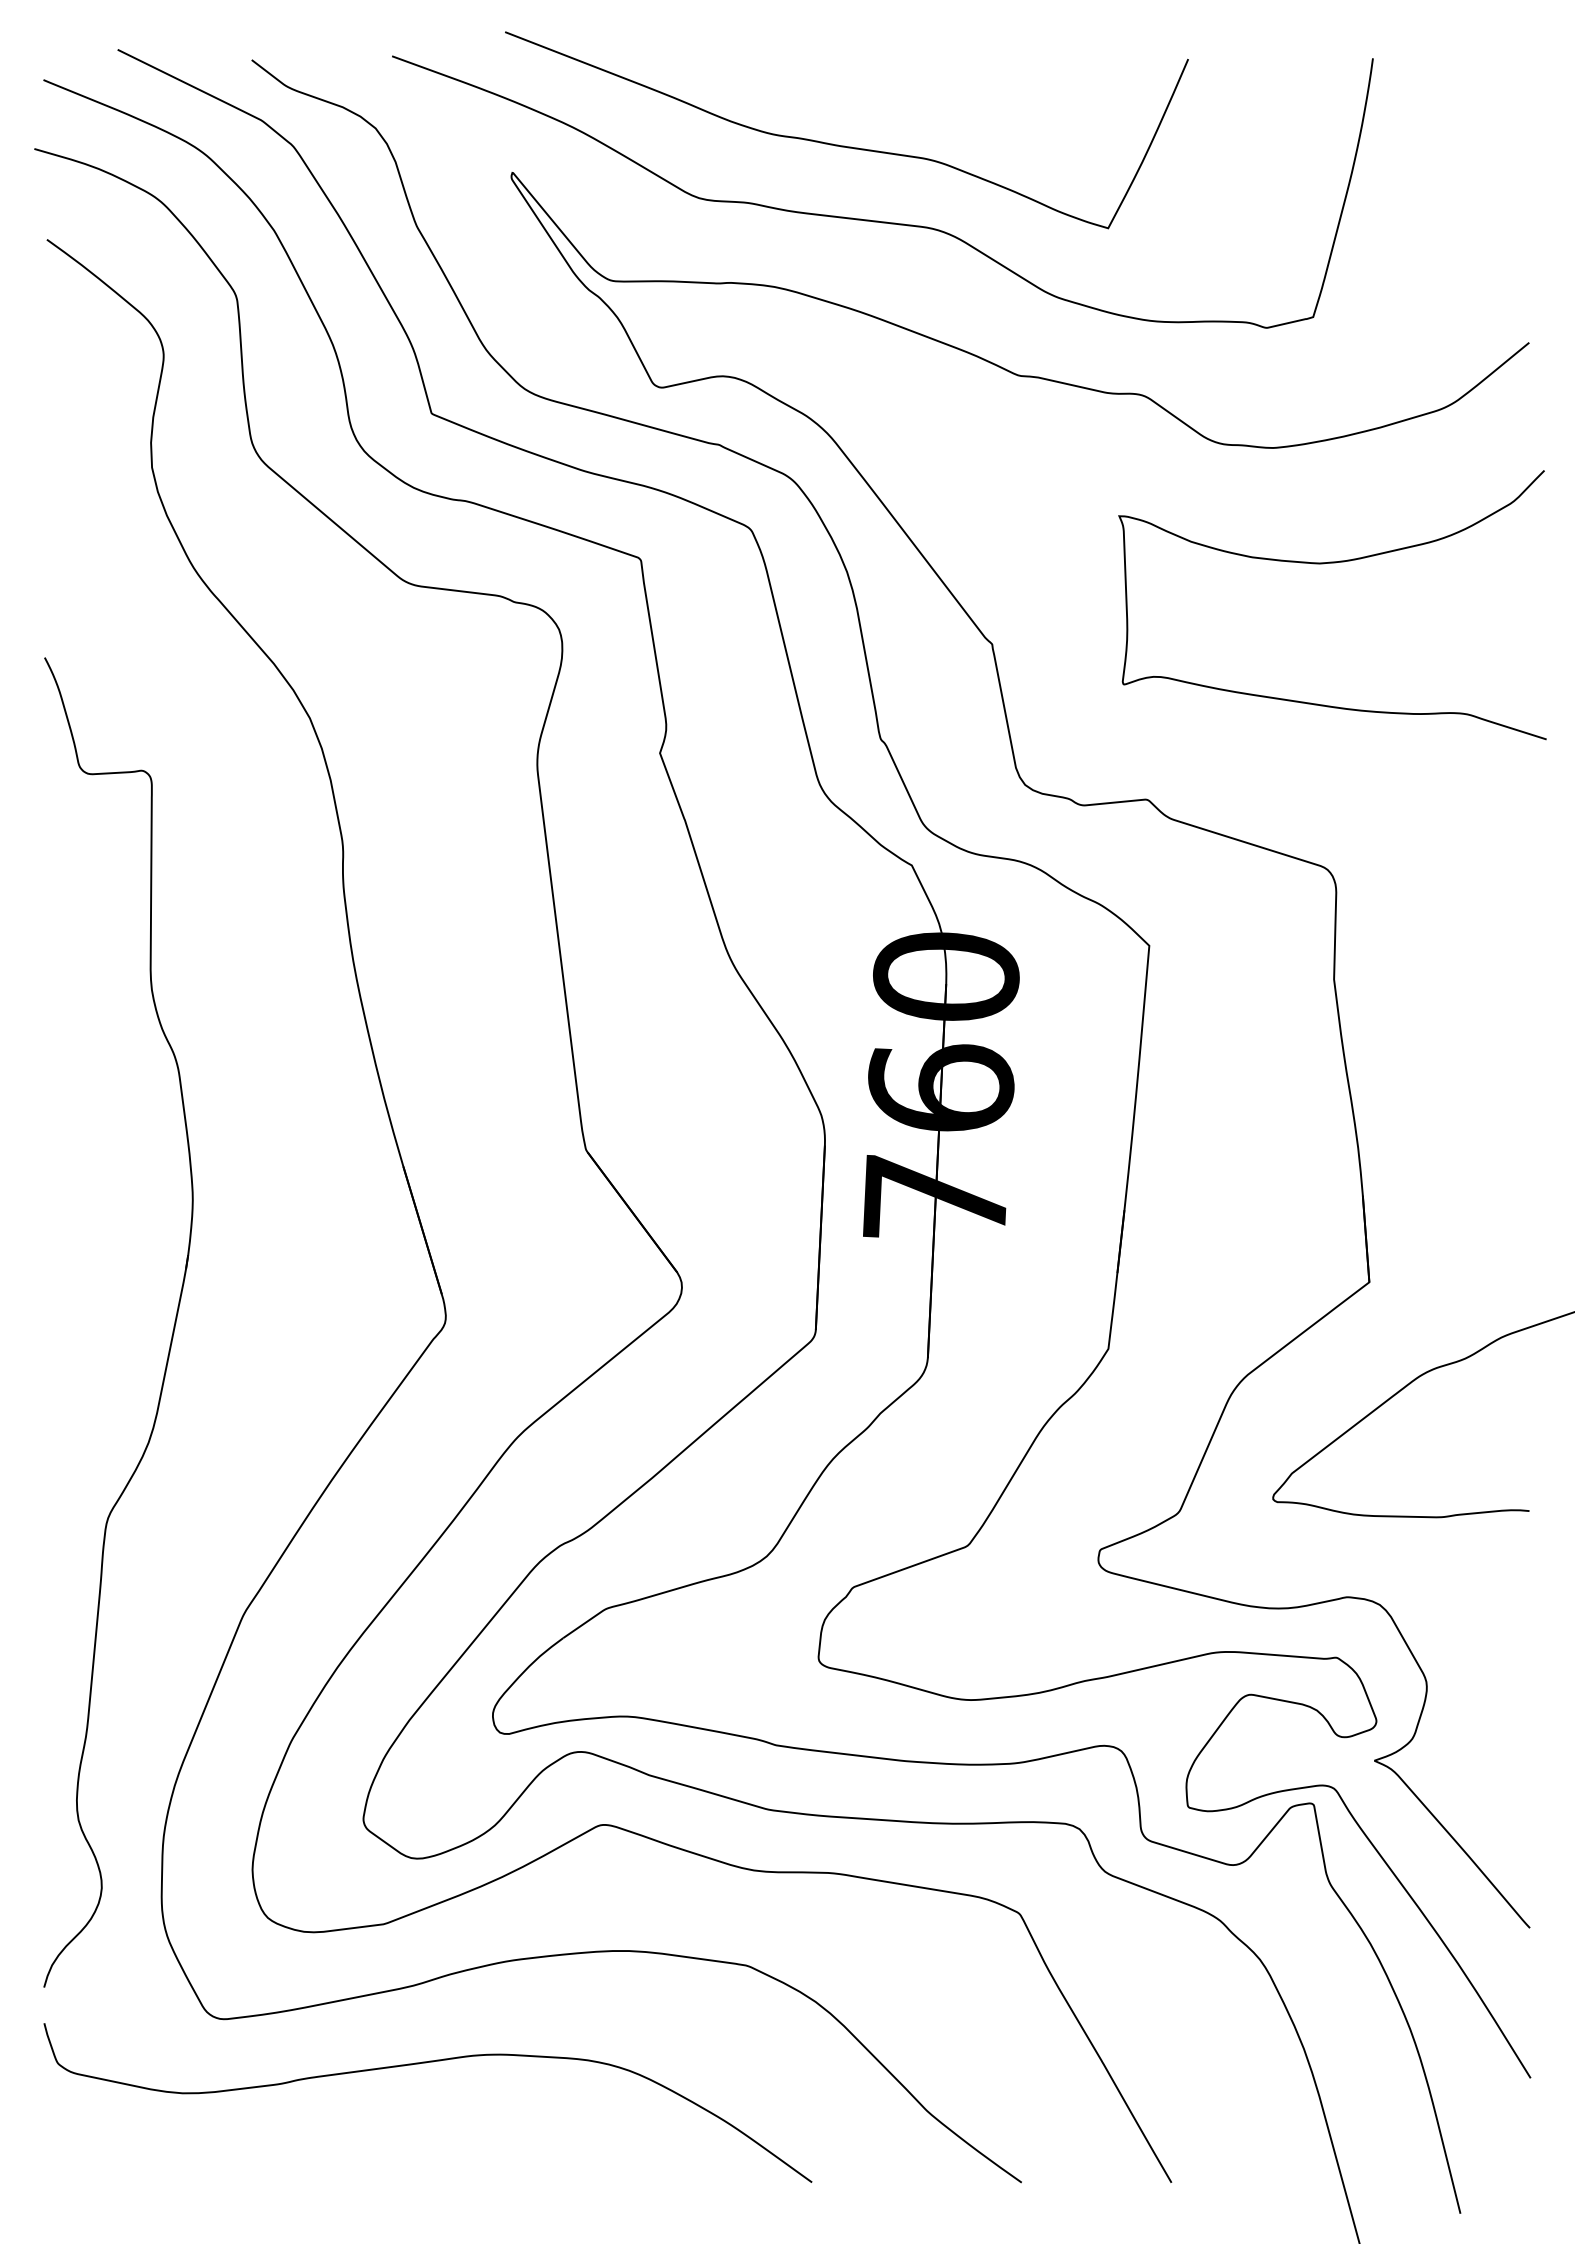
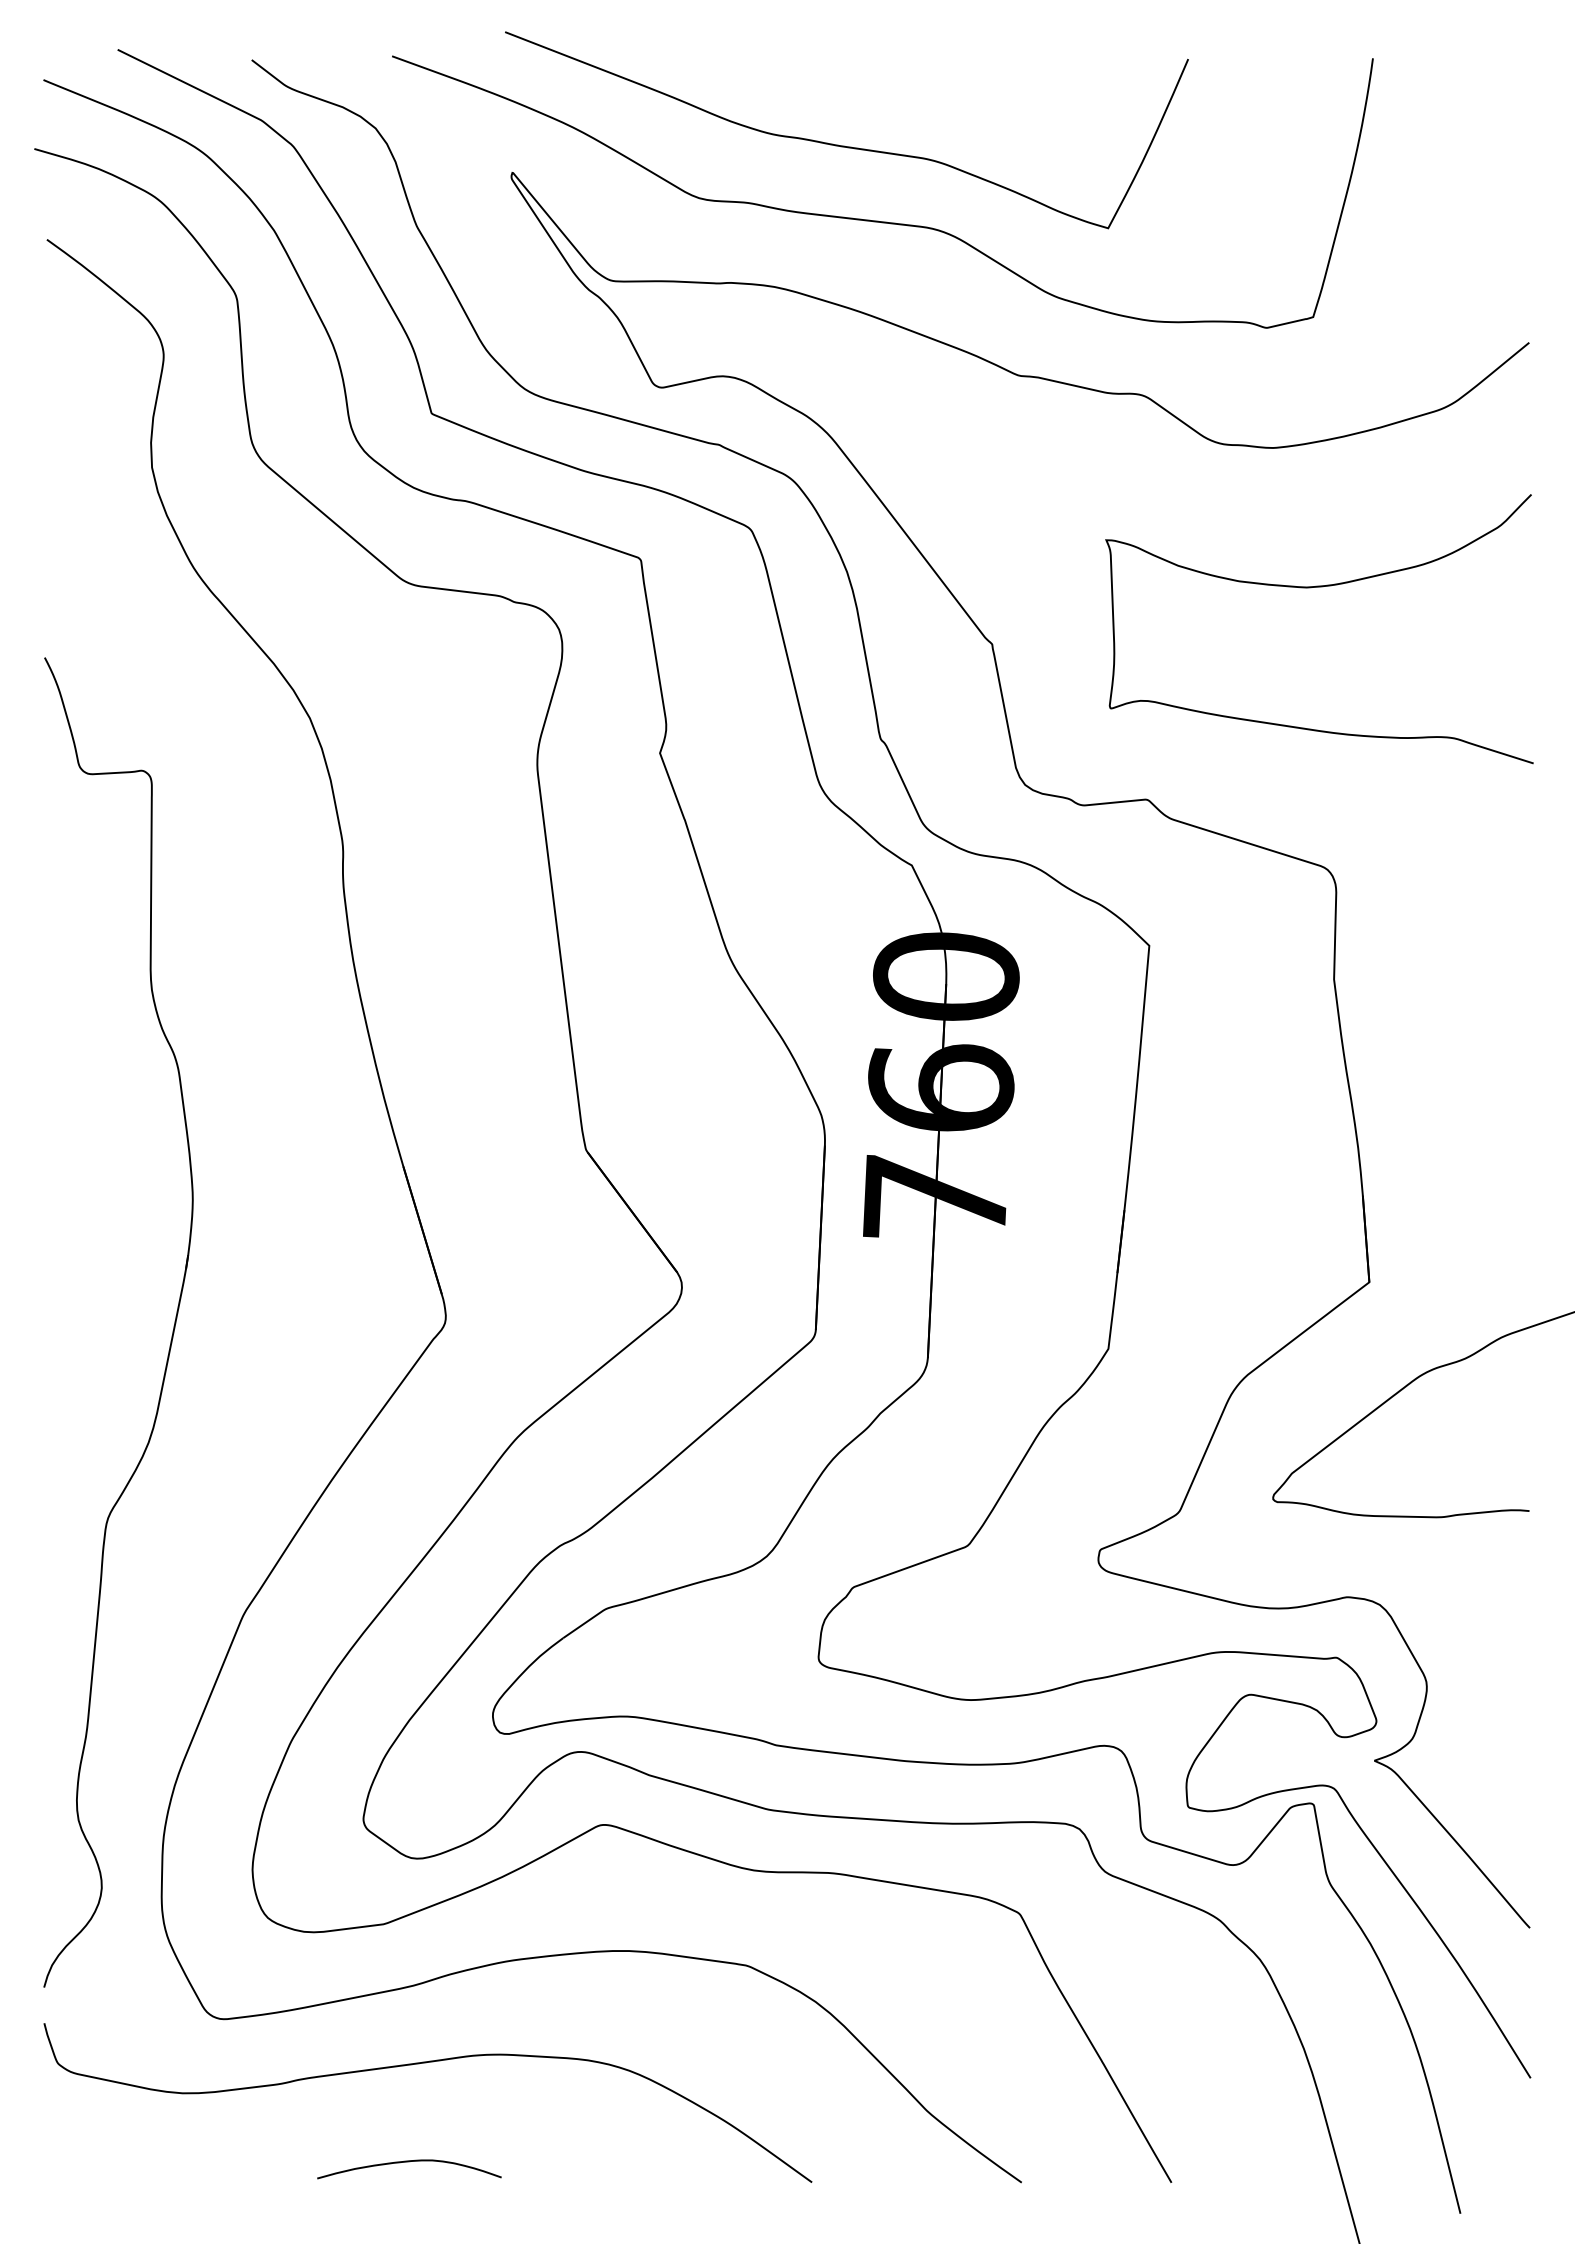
curve at (1324, 564) position: (1324, 564) -> (1311, 588)
curve at (409, 2162): none -> present
